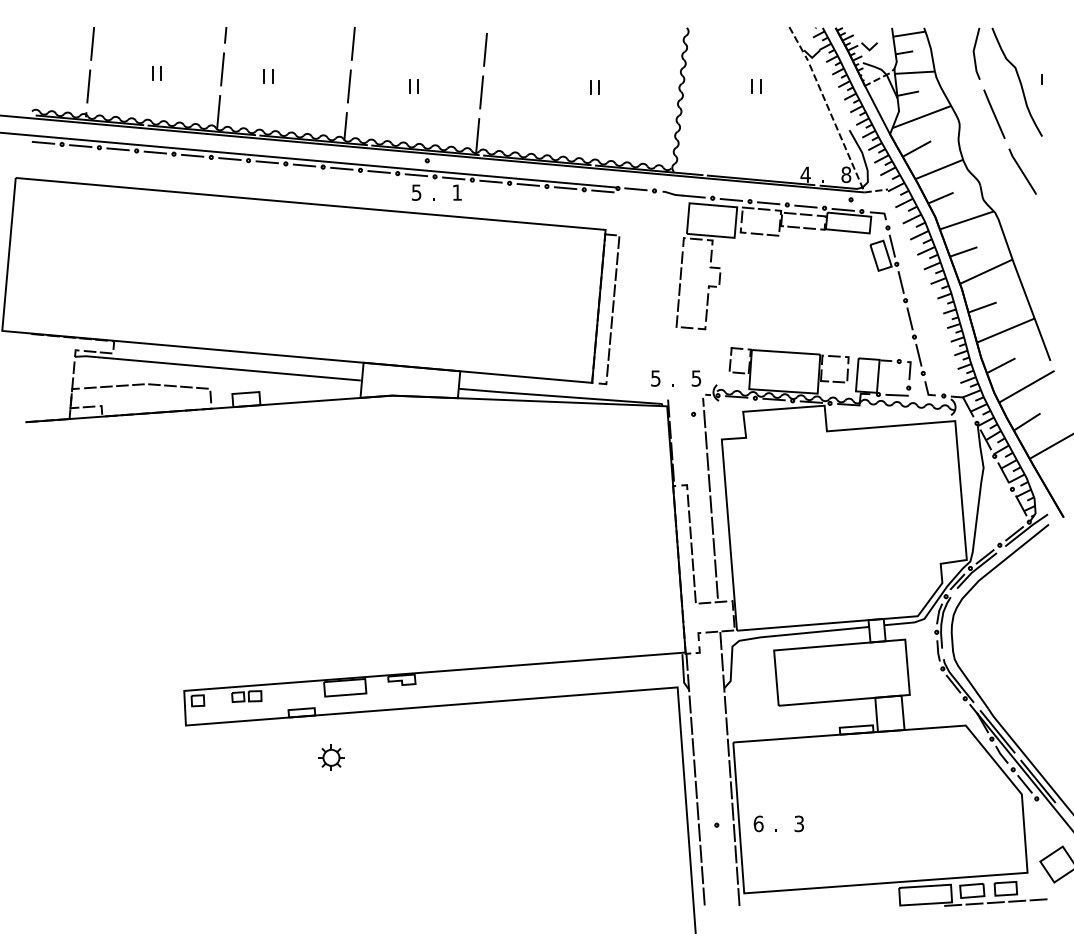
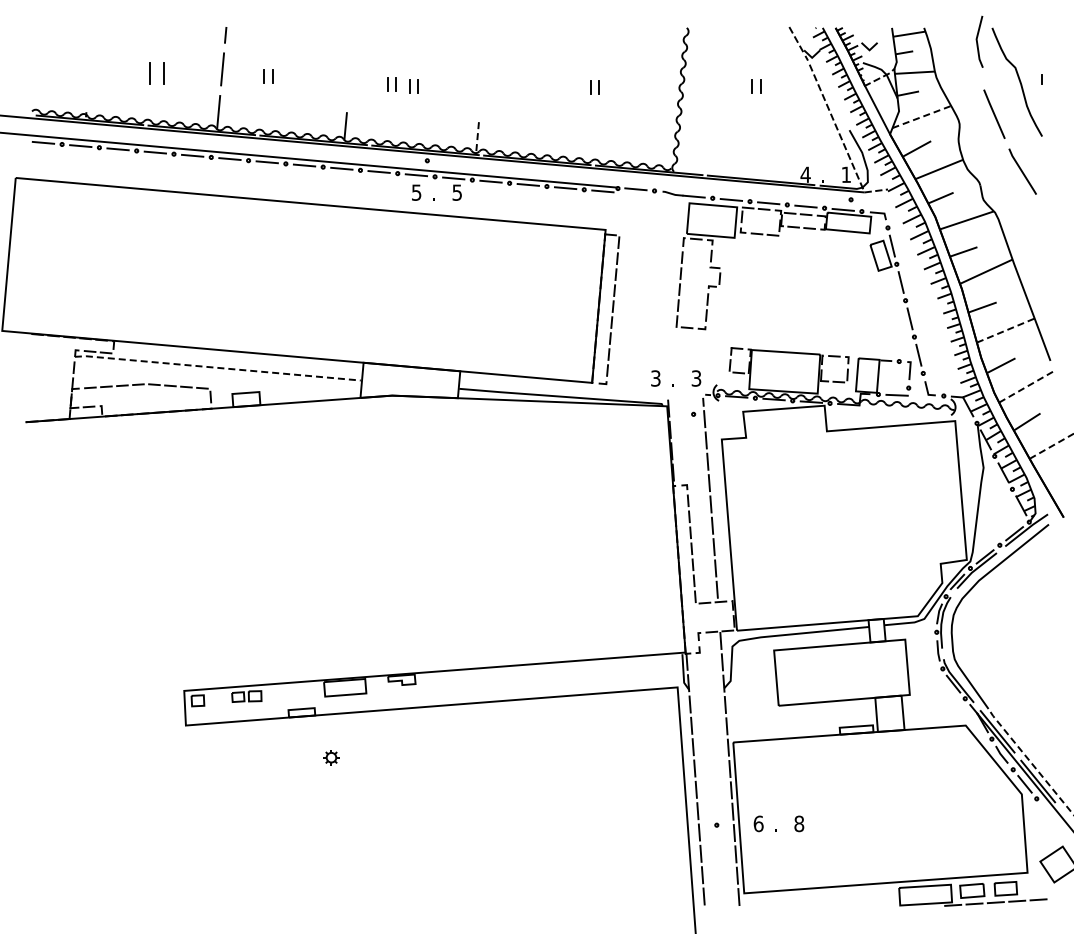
line at (92, 43): present -> none
line at (353, 43): present -> none
line at (485, 49): present -> none
line at (974, 53) position: (974, 53) -> (977, 41)
part at (156, 73) size: 10x15 px -> 16x23 px
part at (391, 84): none -> present
line at (88, 86): present -> none
line at (348, 86): present -> none
line at (481, 92): present -> none
line at (922, 116): solid -> dashed
line at (477, 134): solid -> dashed
text at (846, 174): 8 -> 1
text at (456, 192): 1 -> 5
line at (1006, 330): solid -> dashed
line at (217, 367): solid -> dashed
text at (655, 377): 5 -> 3
text at (696, 378): 5 -> 3
line at (1026, 386): solid -> dashed
line at (1052, 446): solid -> dashed
part at (331, 757) size: 27x27 px -> 17x16 px
line at (1030, 761): solid -> dashed
text at (799, 823): 3 -> 8
